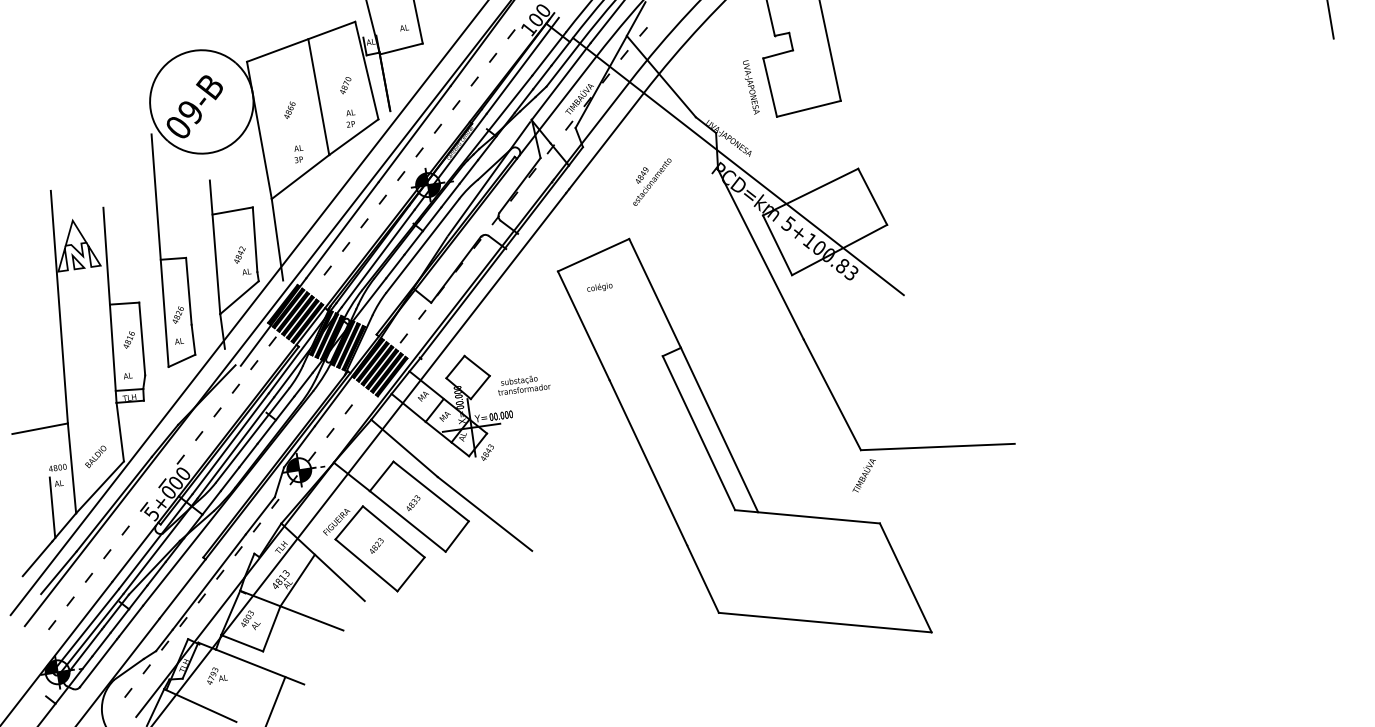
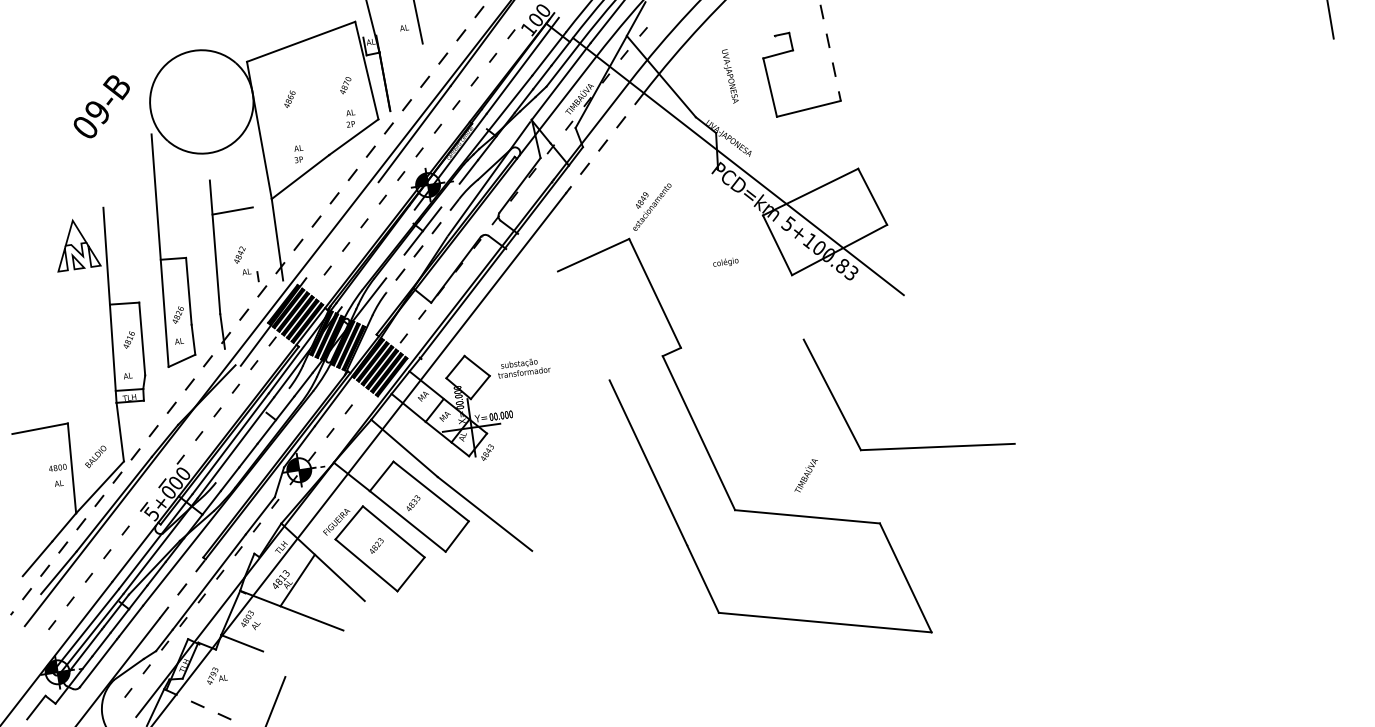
line at (770, 18): present -> none
line at (401, 48): present -> none
line at (830, 51): solid -> dashed
text at (751, 87) position: (751, 87) -> (730, 76)
line at (318, 97): present -> none
text at (194, 106) position: (194, 106) -> (101, 106)
text at (289, 109) position: (289, 109) -> (289, 98)
line at (606, 141): solid -> dashed
text at (652, 181) position: (652, 181) -> (652, 206)
line at (450, 195): present -> none
line at (342, 230): present -> none
line at (254, 239): present -> none
line at (422, 246): solid -> dashed
line at (760, 254): present -> none
line at (377, 258): present -> none
line at (395, 266): present -> none
text at (599, 286) position: (599, 286) -> (725, 261)
line at (239, 297): present -> none
line at (58, 306): present -> none
line at (249, 308): solid -> dashed
line at (583, 325): present -> none
text at (524, 385) position: (524, 385) -> (524, 368)
line at (719, 429): present -> none
line at (252, 435): present -> none
text at (863, 475) position: (863, 475) -> (805, 475)
line at (52, 507): present -> none
line at (182, 588): solid -> dashed
line at (271, 628): present -> none
line at (260, 666): present -> none
line at (200, 705): solid -> dashed
line at (47, 713) position: (47, 713) -> (36, 707)
